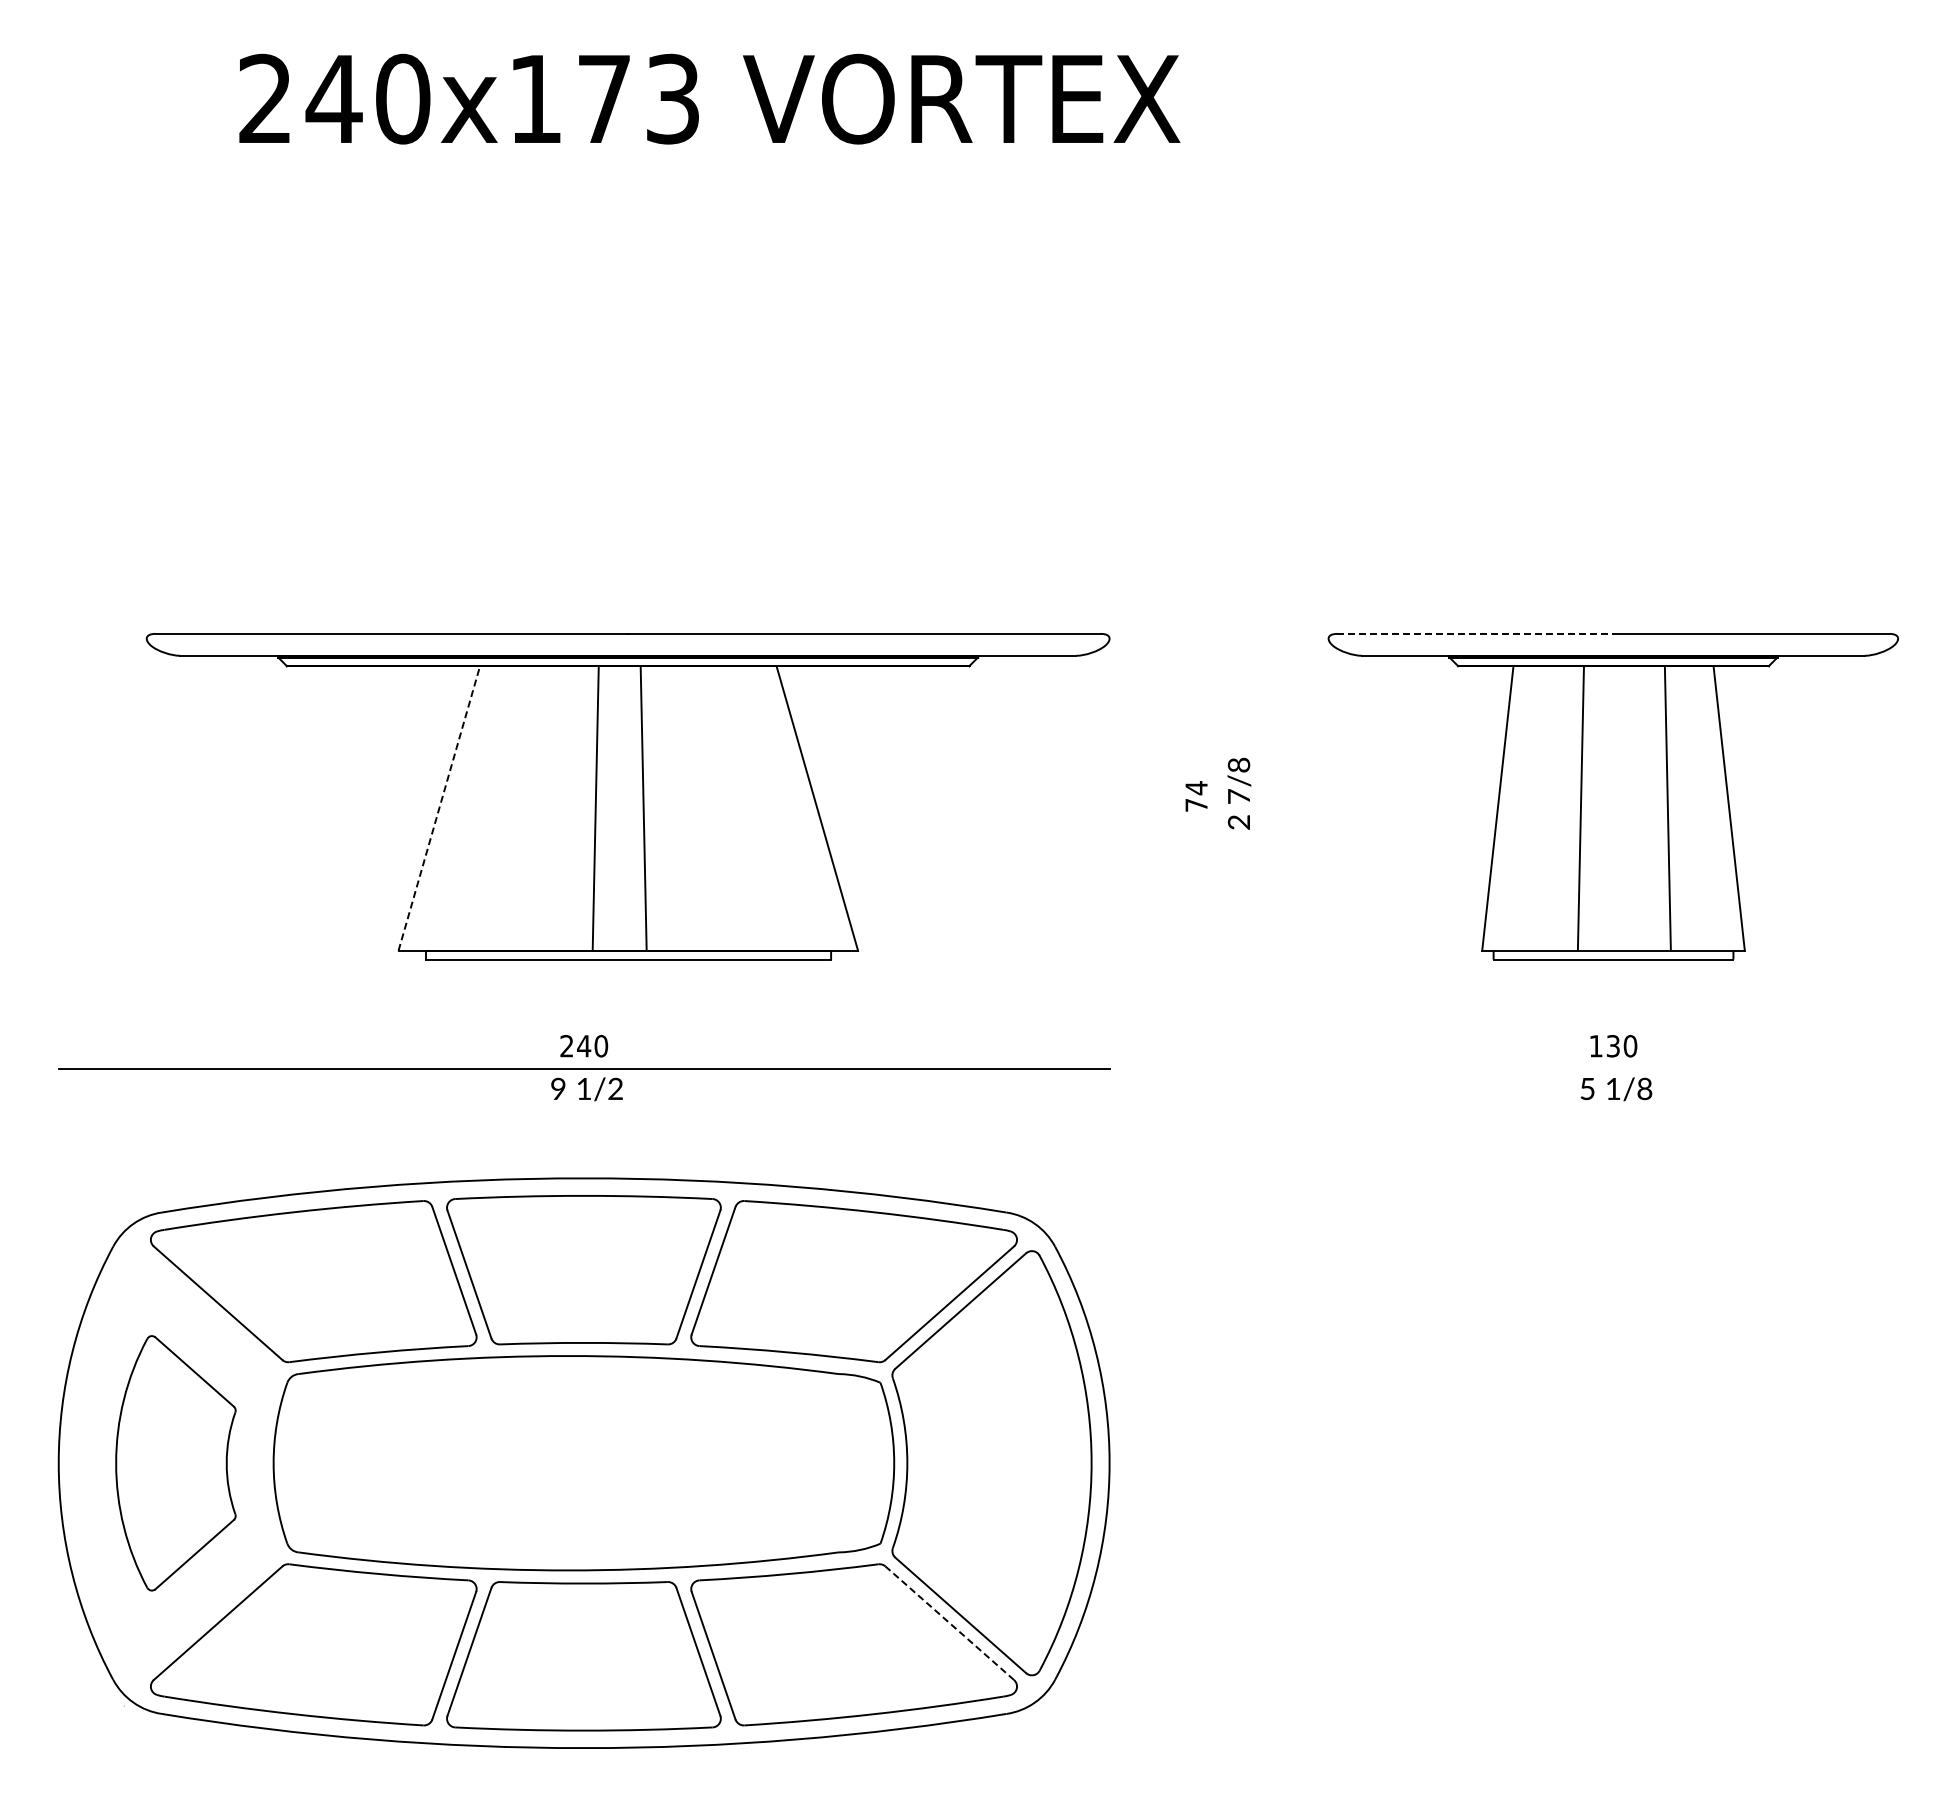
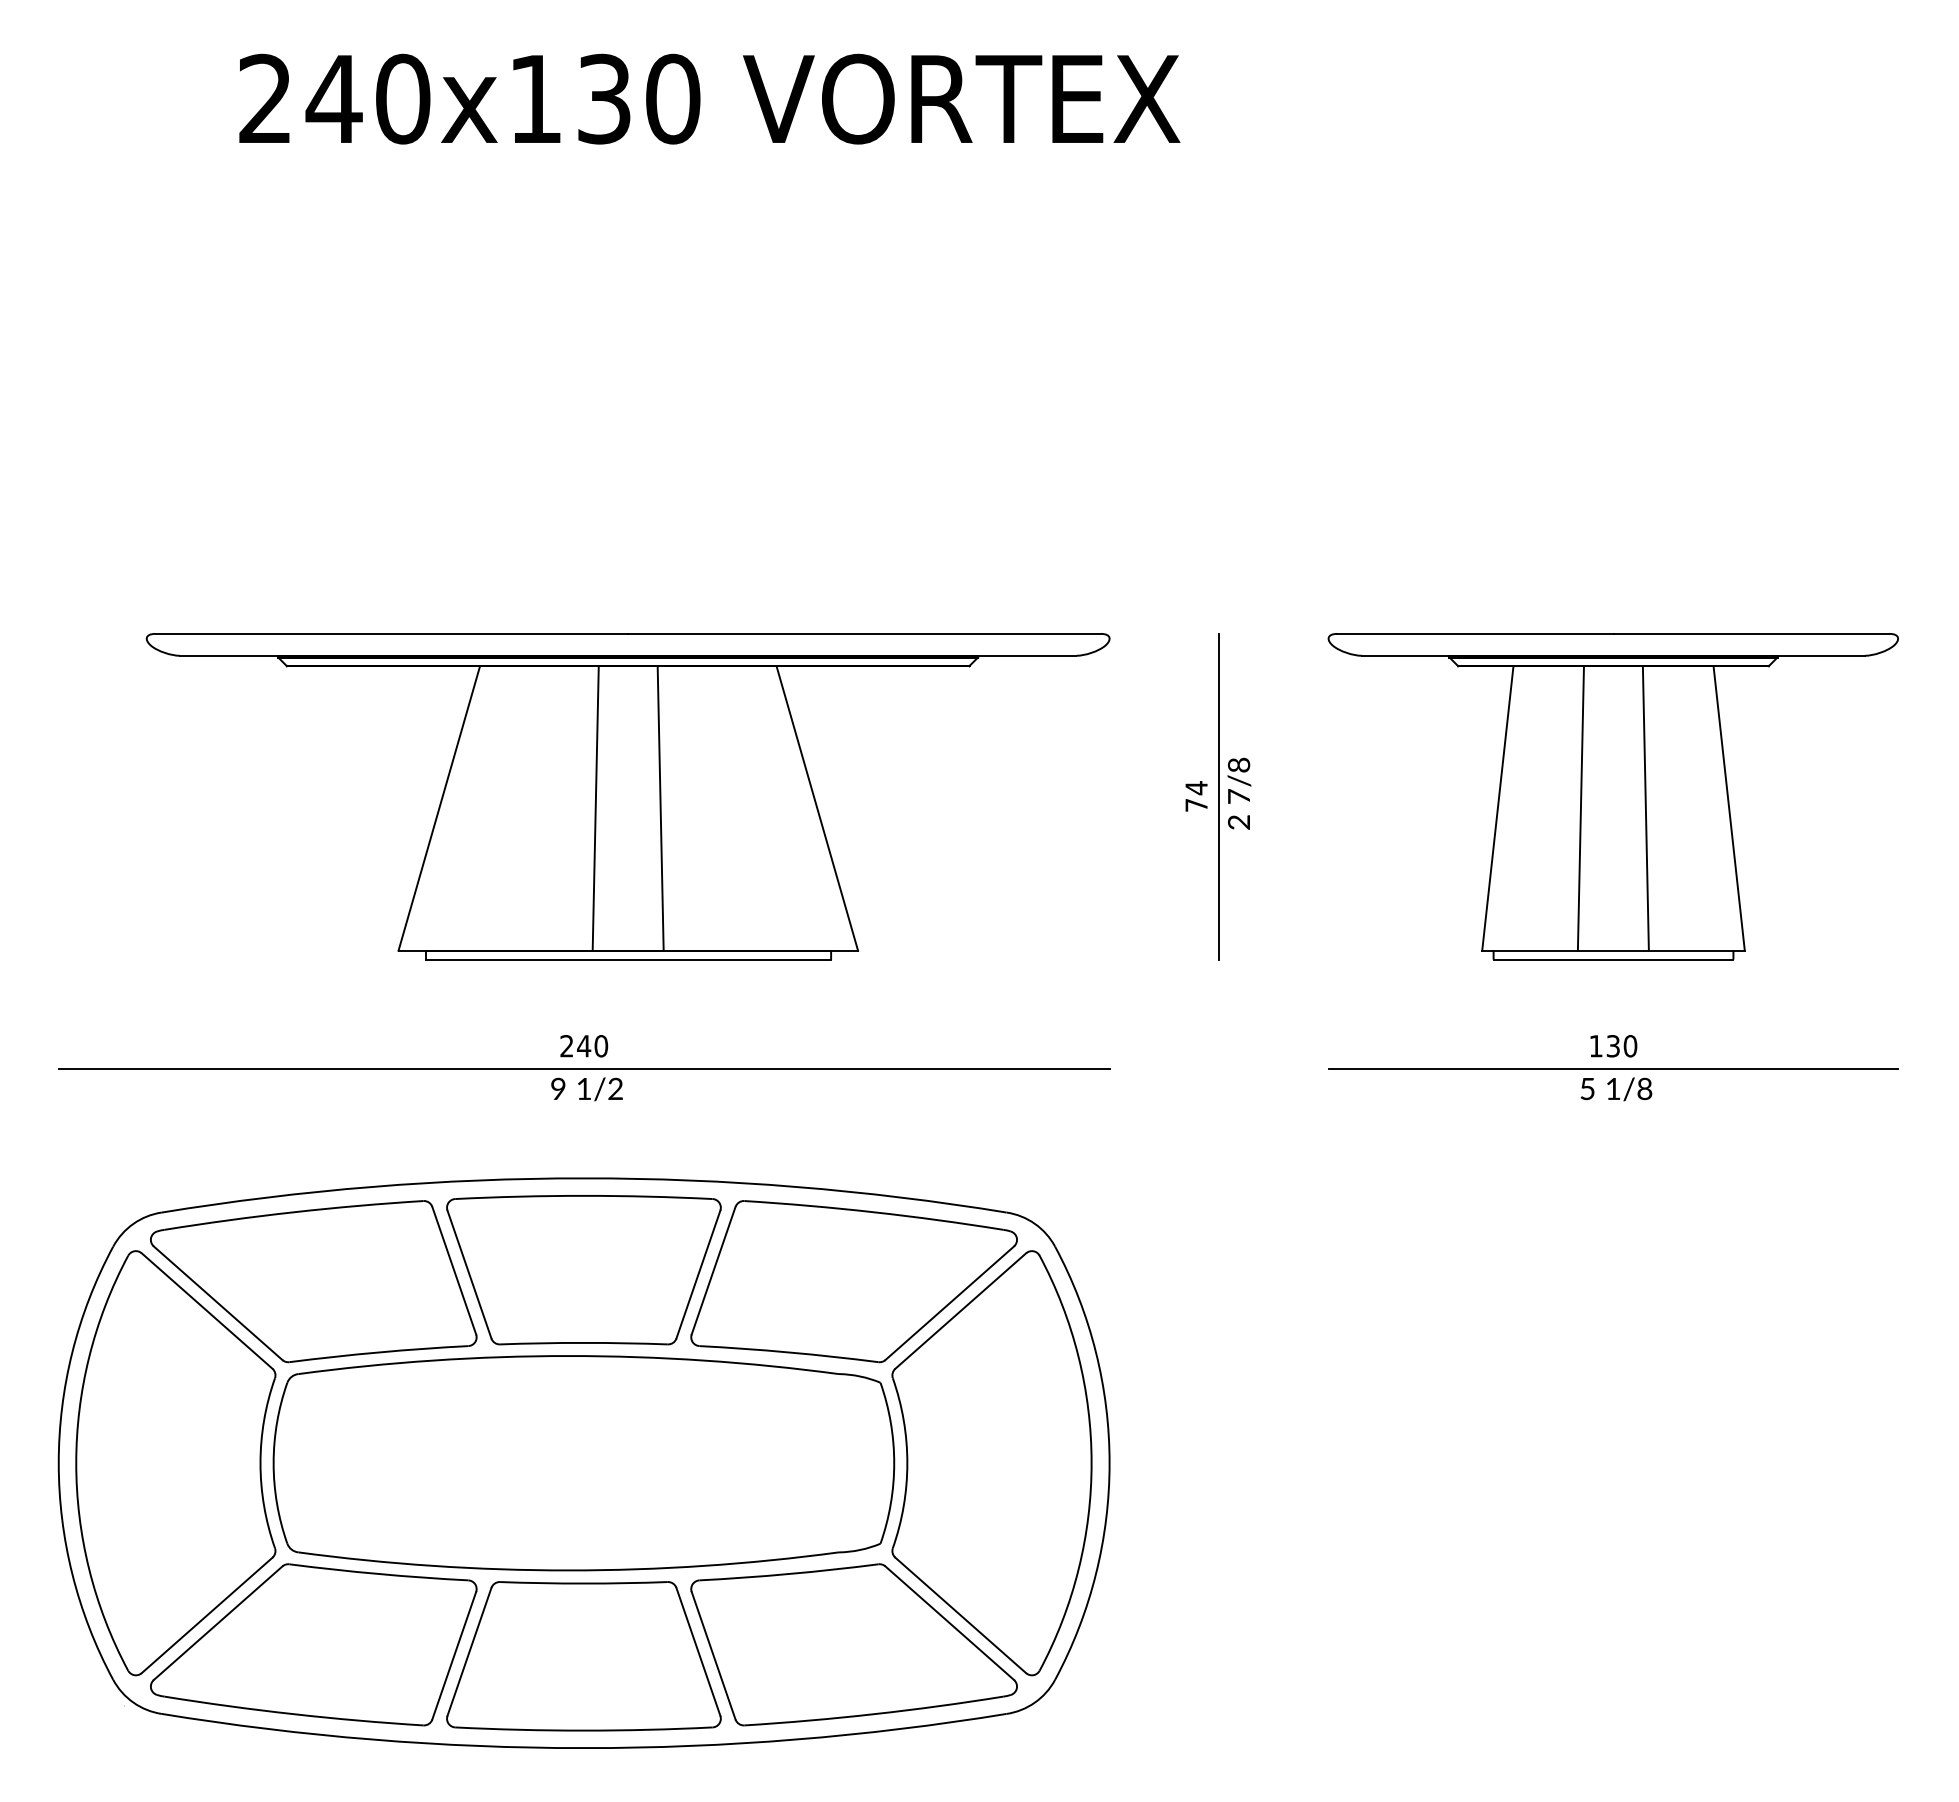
text at (639, 98): 240x173 -> 240x130
line at (1475, 633): dashed -> solid
line at (1219, 796): none -> present
line at (439, 808): dashed -> solid
line at (643, 808) position: (643, 808) -> (660, 808)
line at (1667, 808) position: (1667, 808) -> (1645, 808)
line at (1612, 1068): none -> present
part at (175, 1463) size: 122x257 px -> 202x427 px
line at (949, 1623): dashed -> solid
